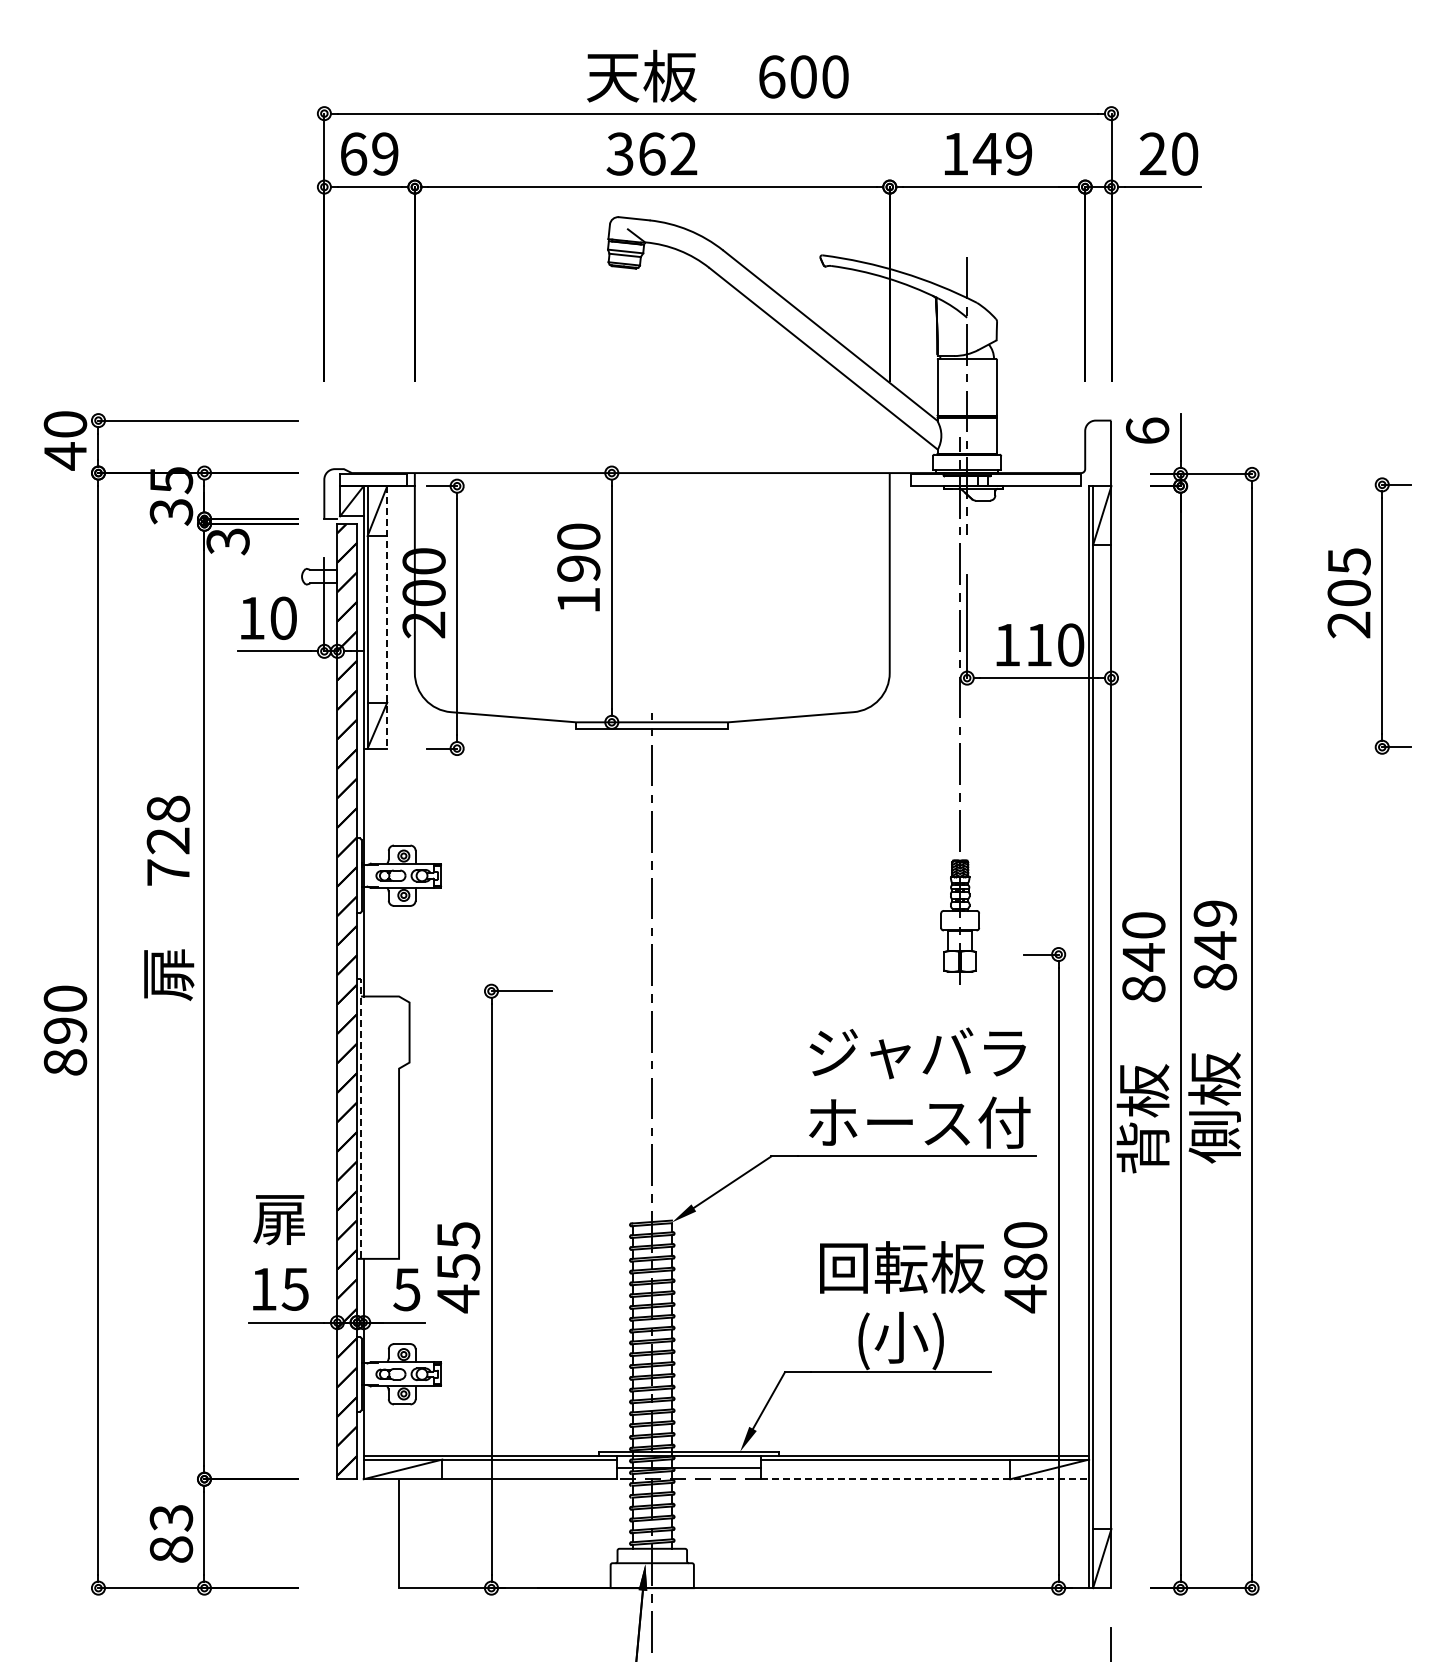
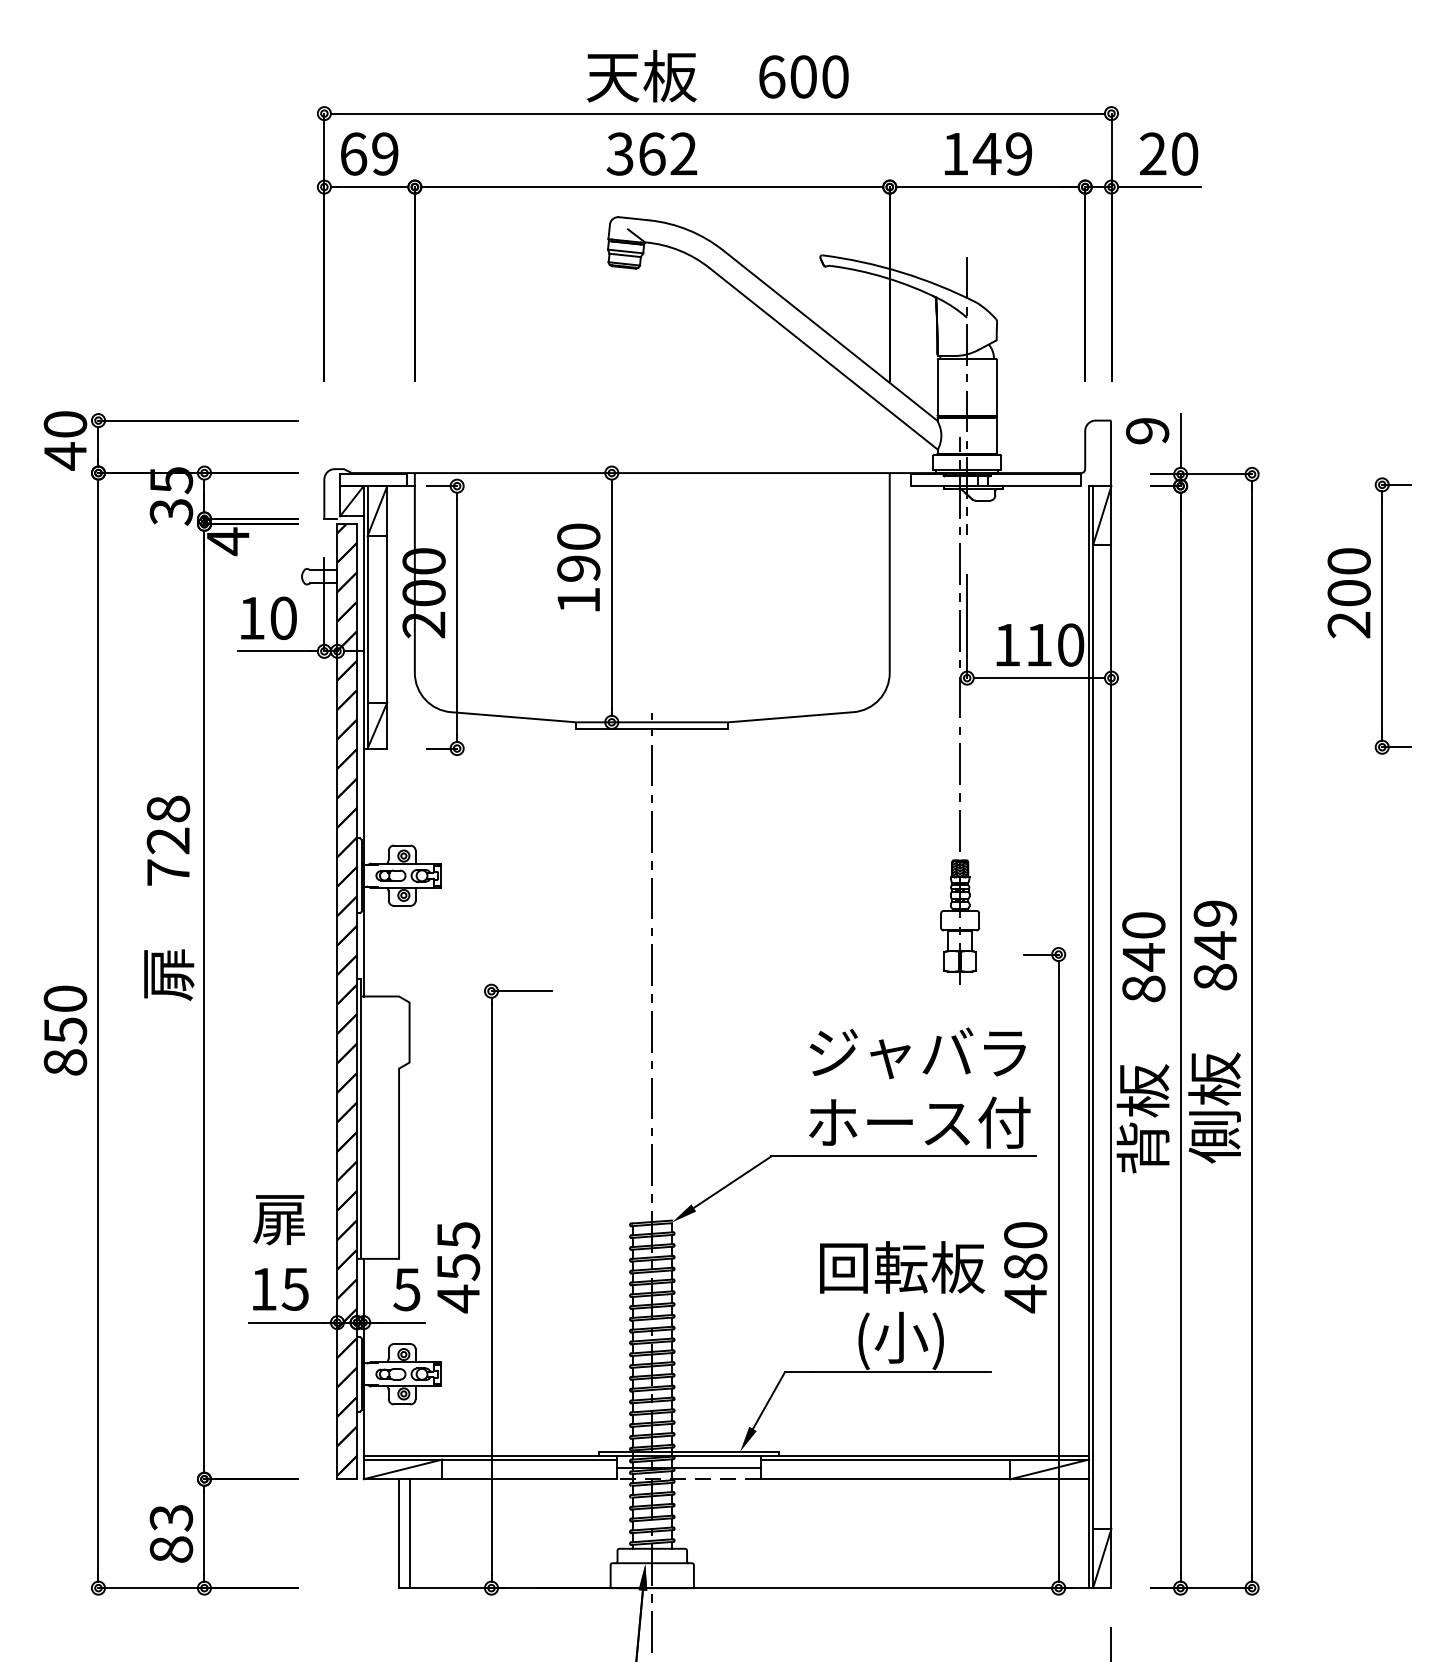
text at (1147, 430): 6 -> 9
text at (227, 541): 3 -> 4
text at (1348, 561): 205 -> 200
line at (387, 617): dashed -> solid
text at (65, 1030): 890 -> 850
line at (361, 1117): dashed -> solid
line at (925, 1479): dashed -> solid
line at (409, 1533): none -> present
